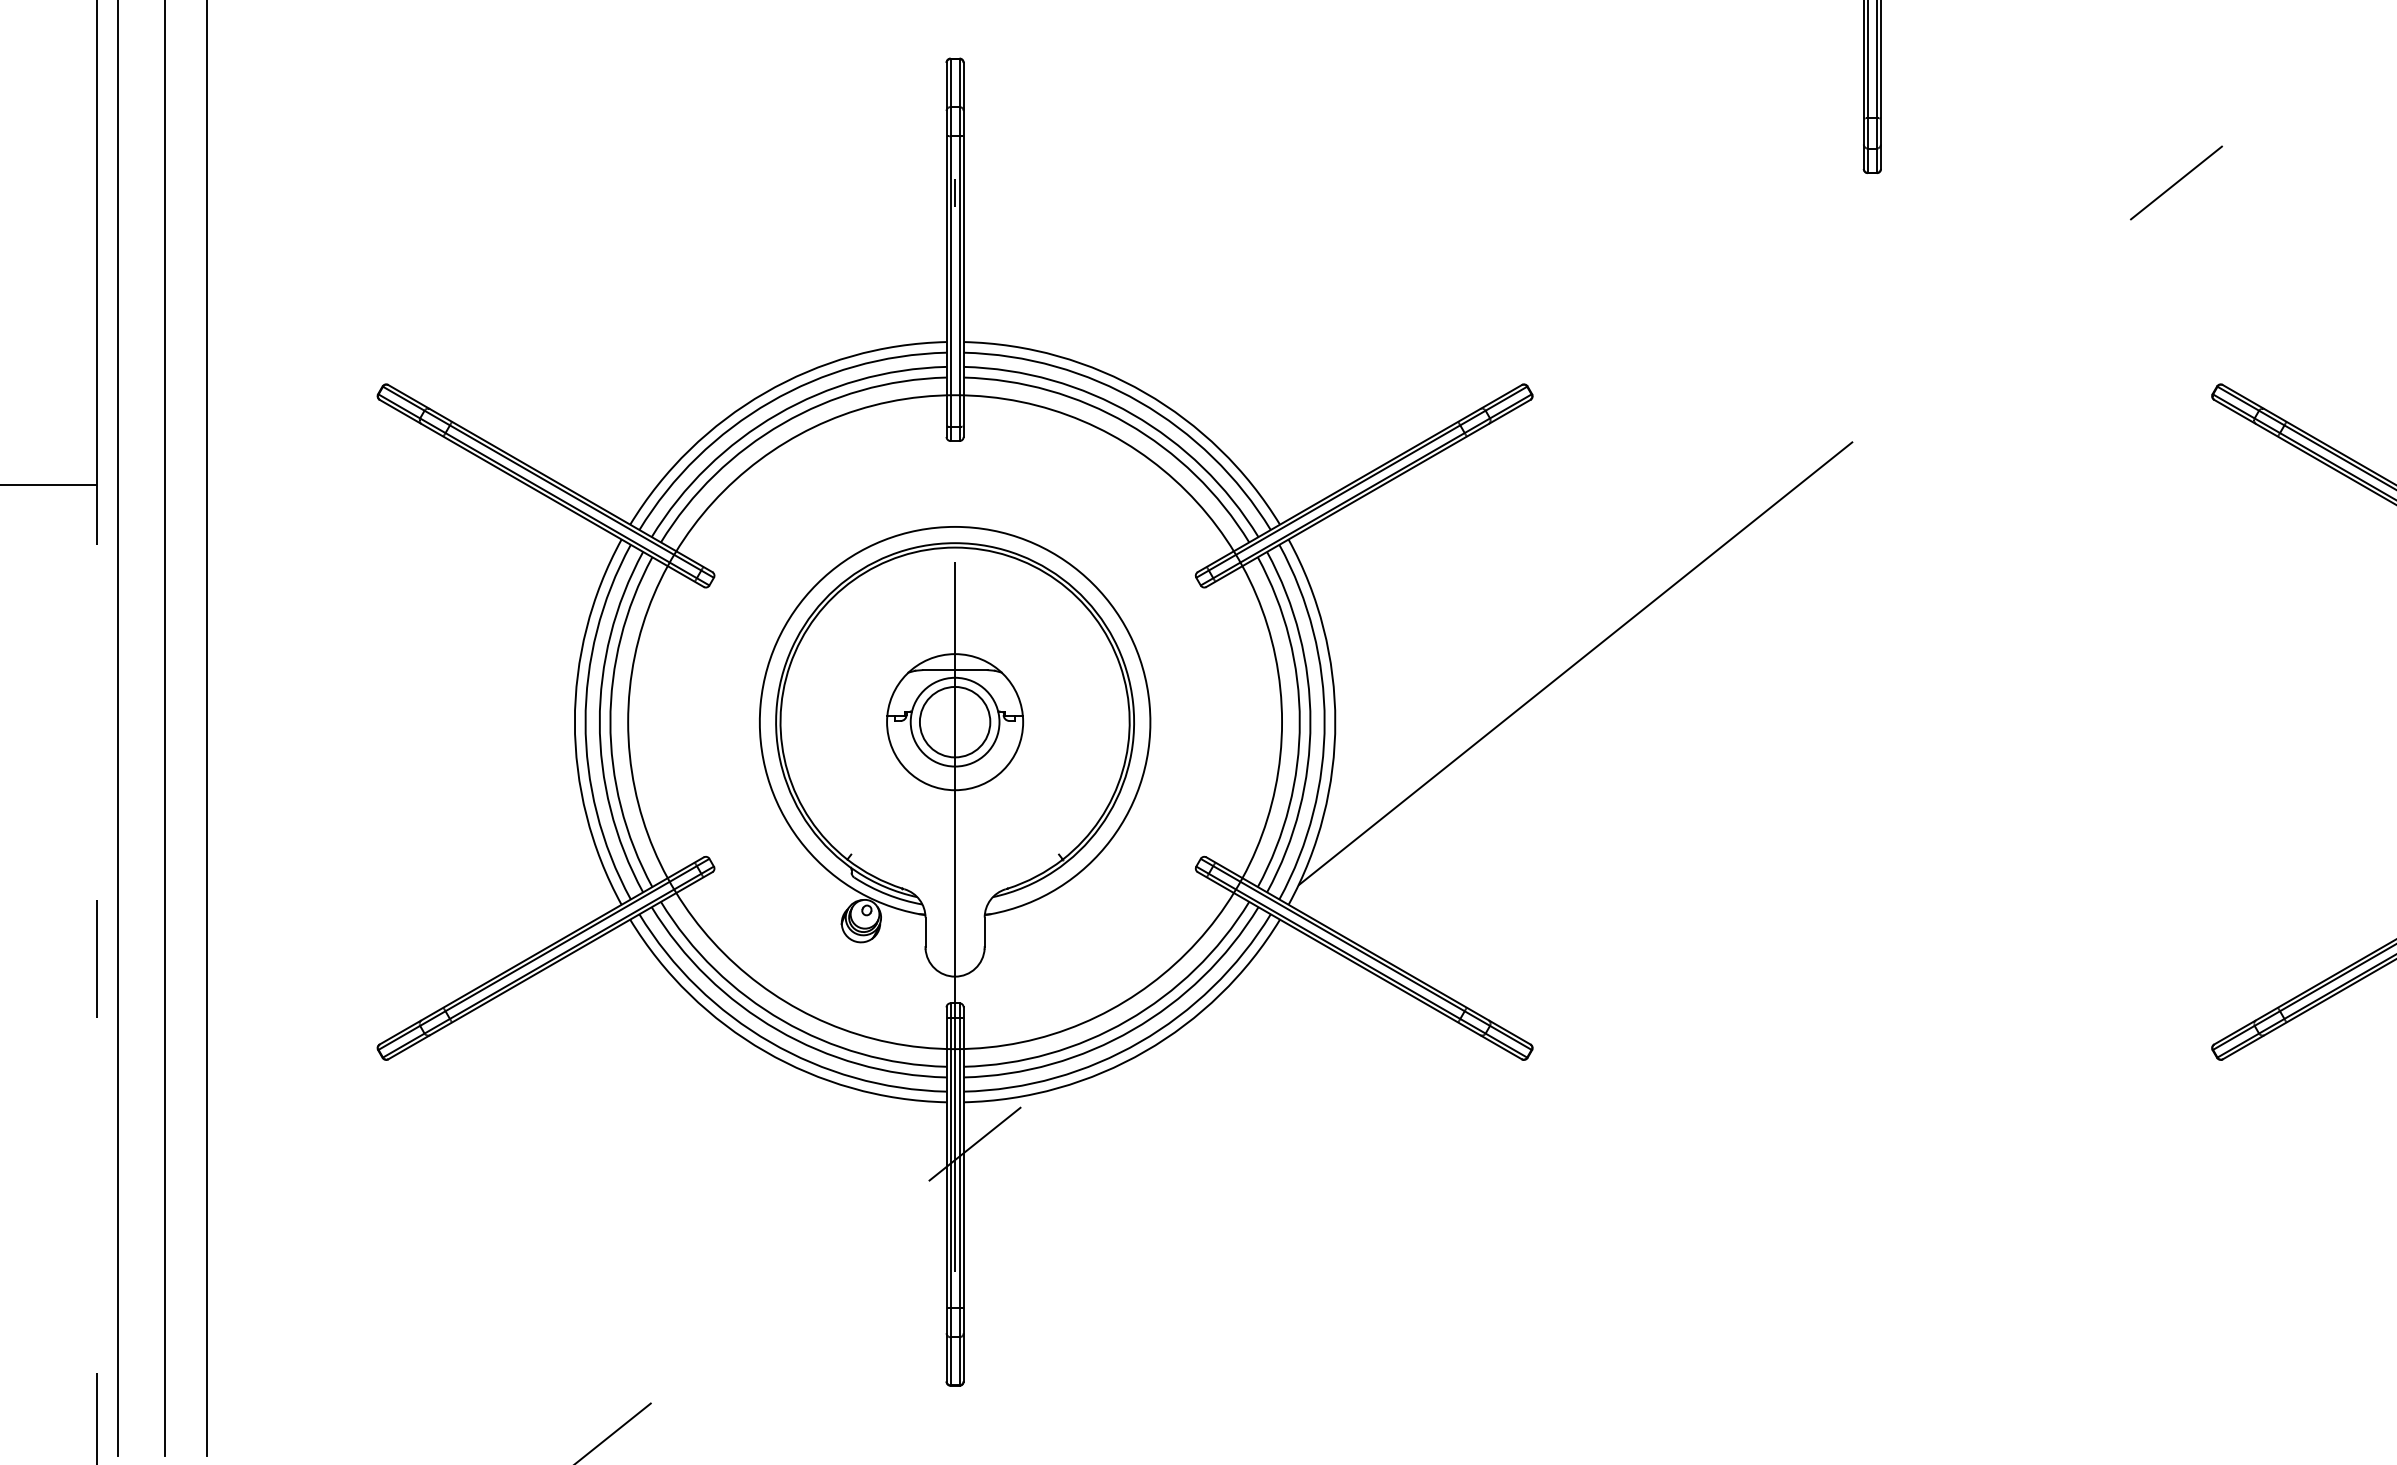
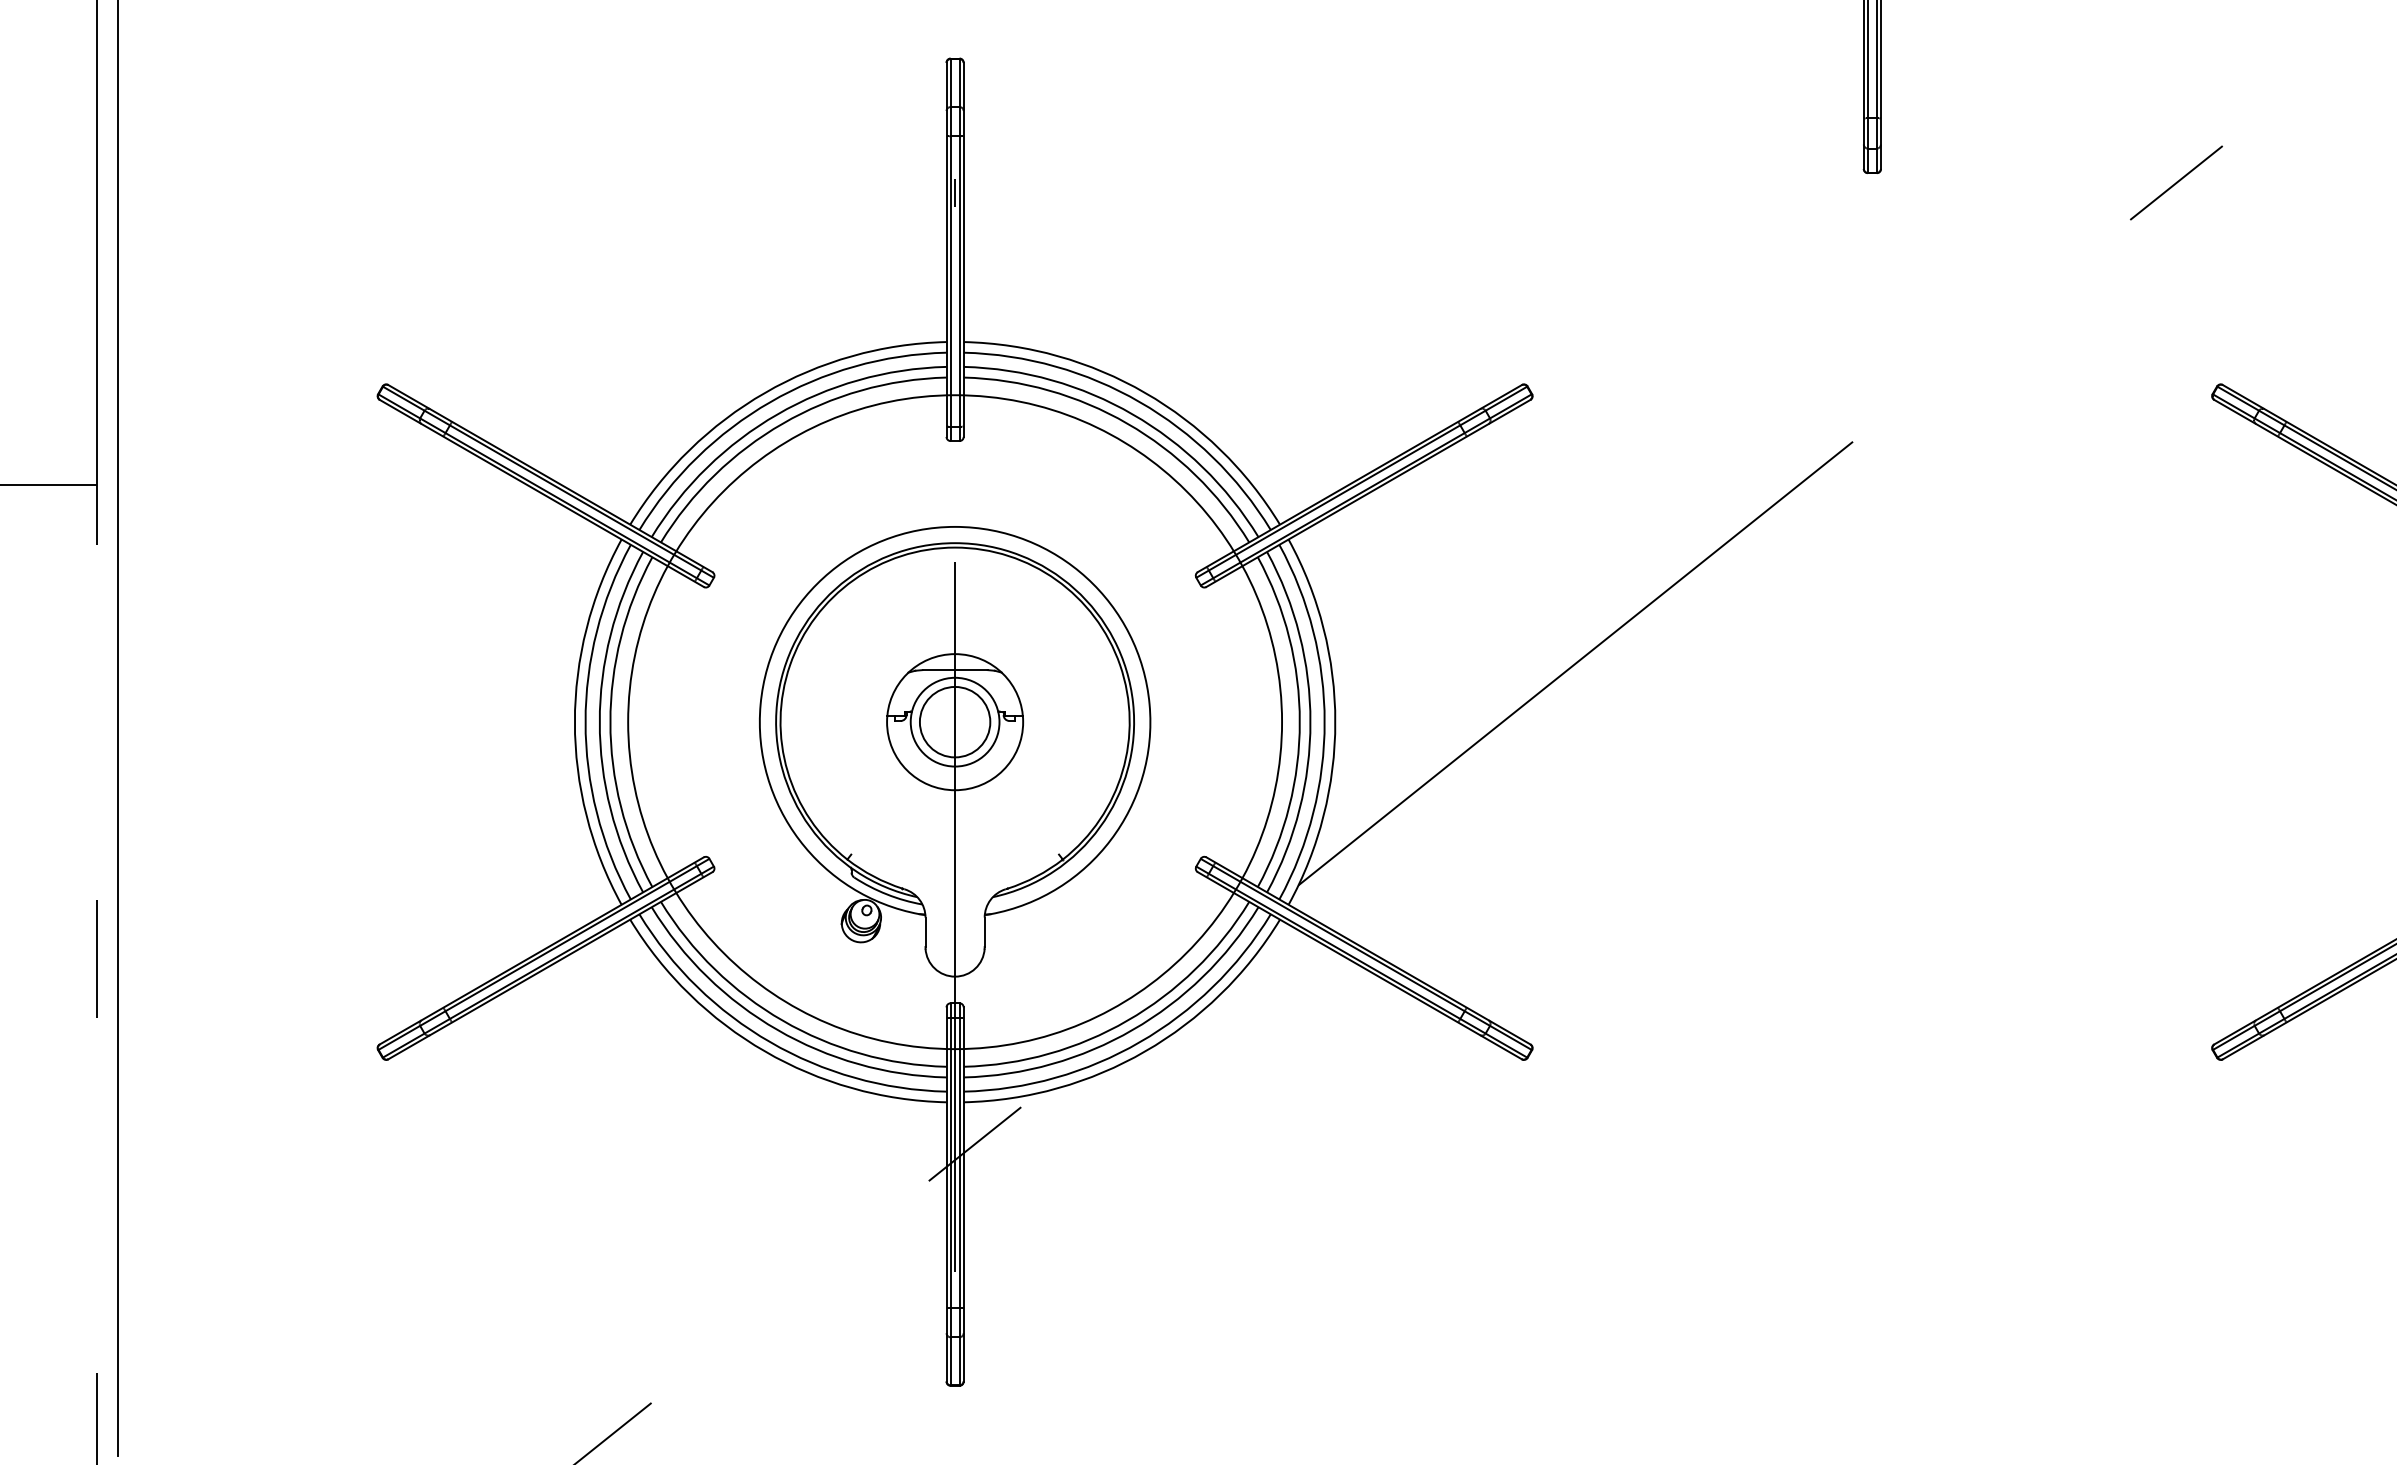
line at (165, 728): present -> none
line at (206, 728): present -> none
